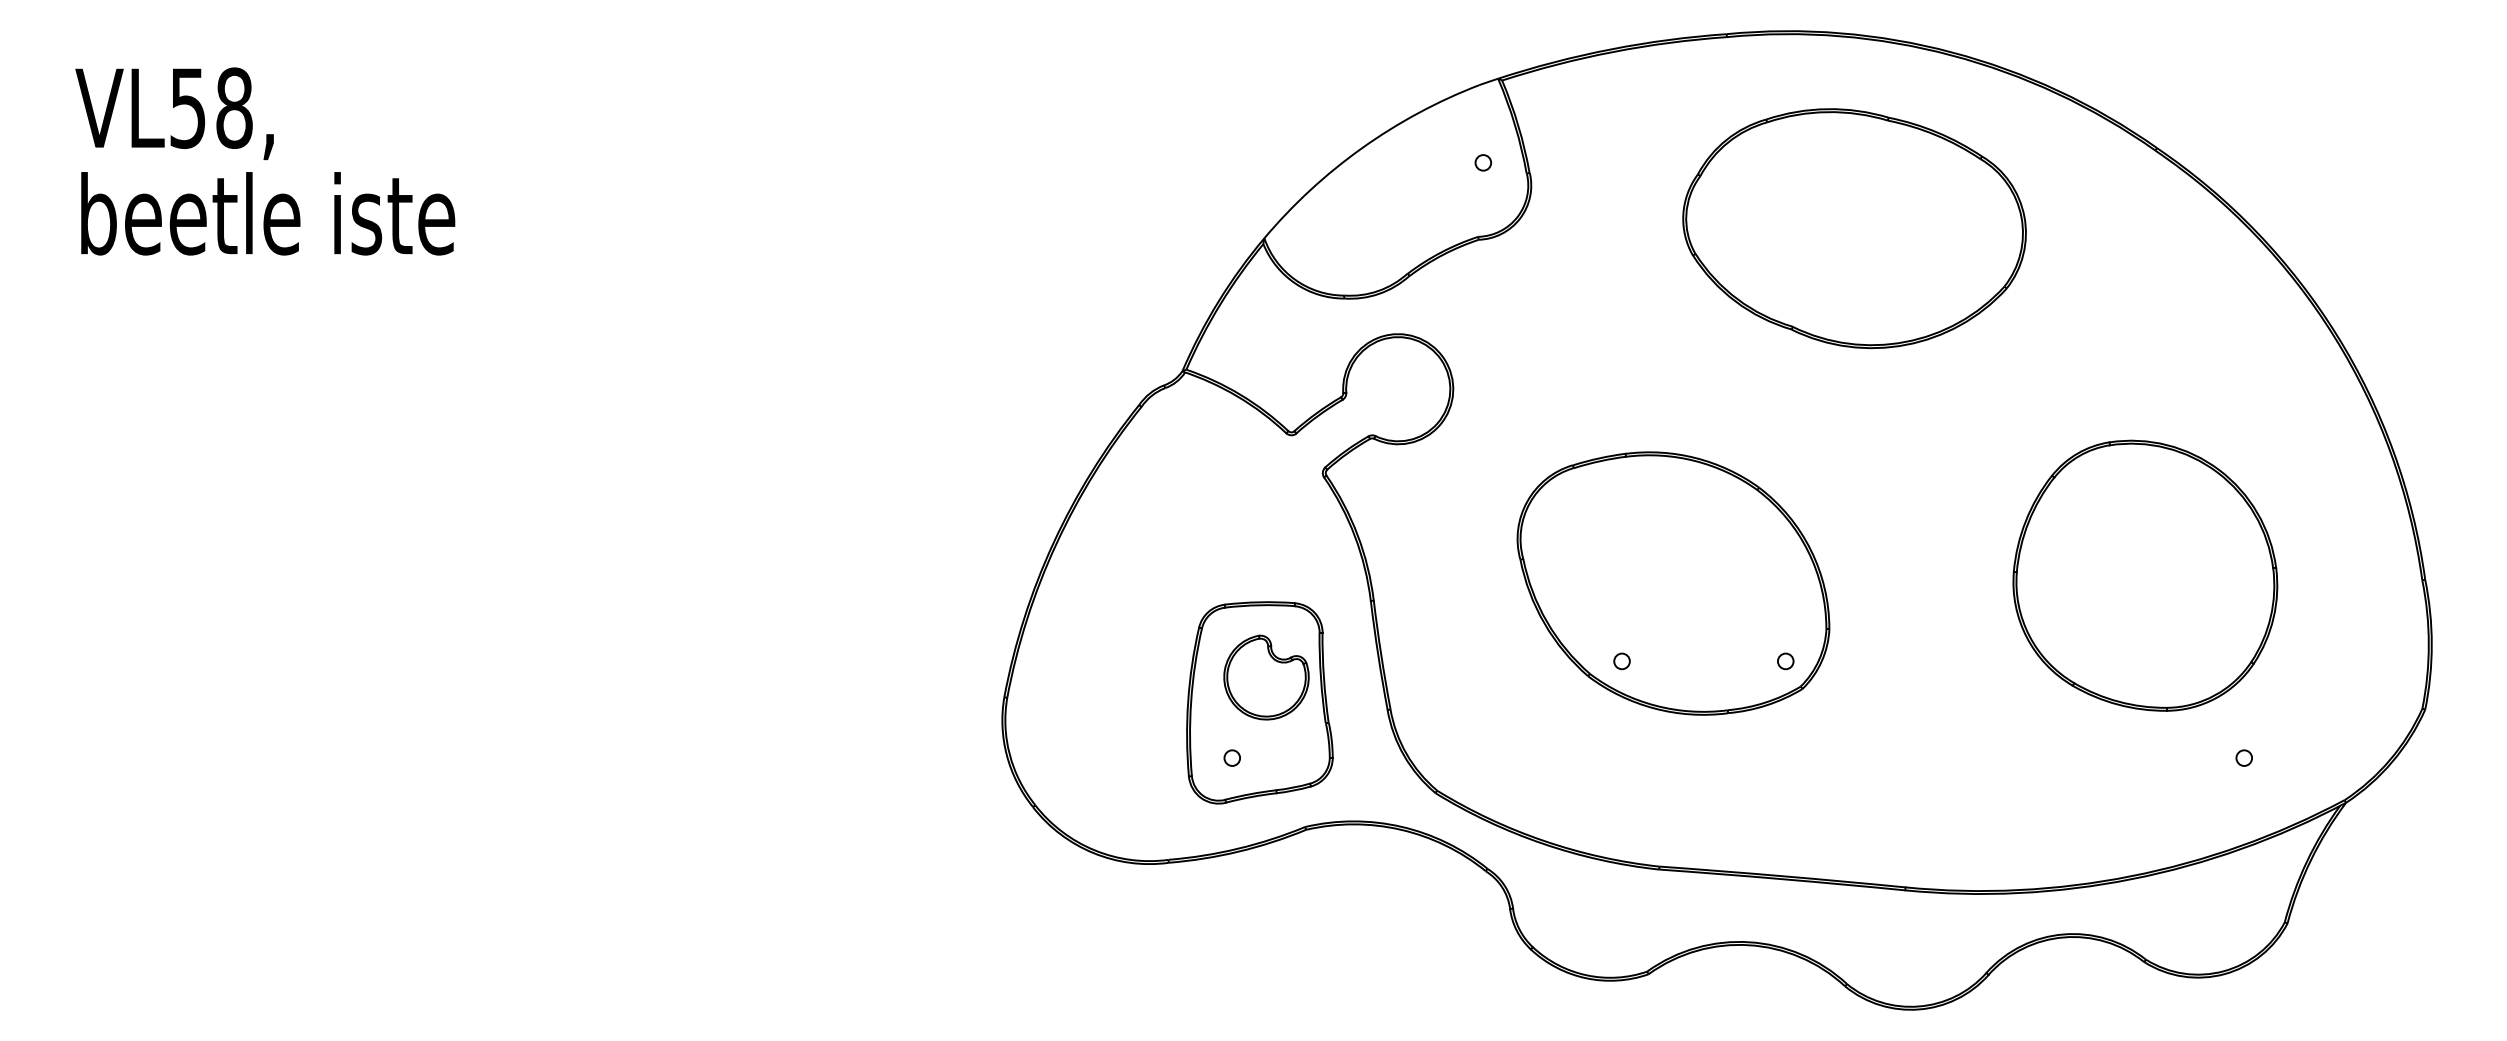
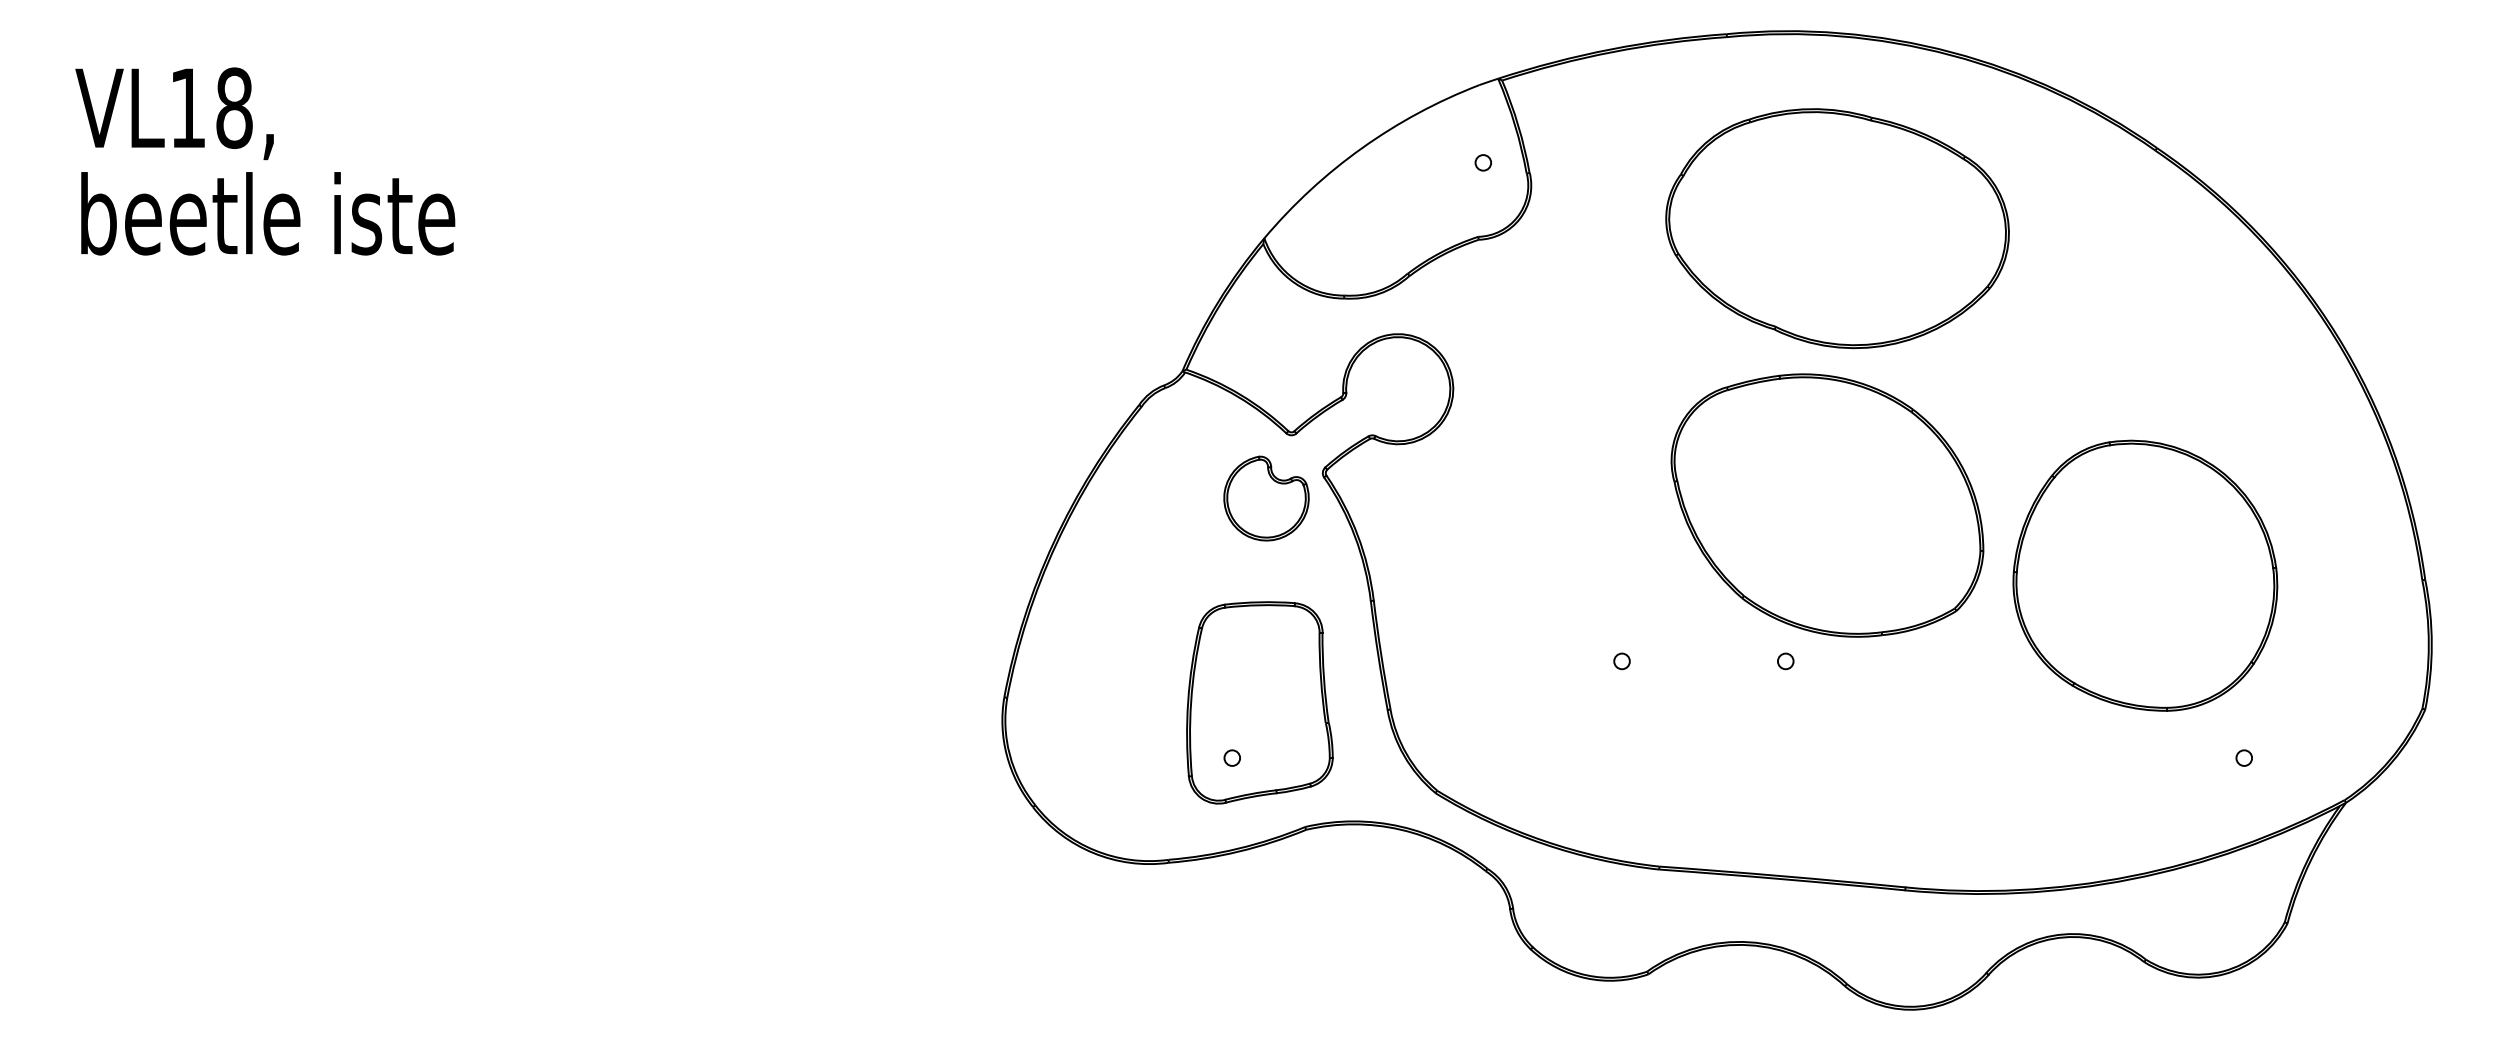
text at (187, 108): VL58, -> VL18,
part at (1854, 228) position: (1854, 228) -> (1837, 228)
part at (1673, 583) position: (1673, 583) -> (1827, 505)
part at (1266, 677) position: (1266, 677) -> (1266, 498)
